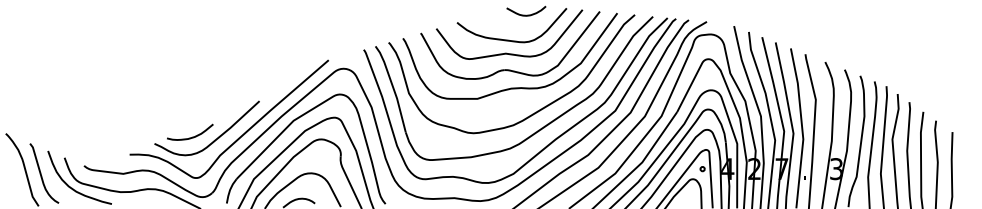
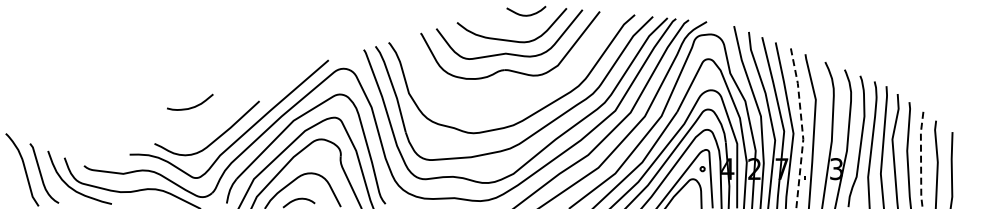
curve at (510, 87): present -> none
line at (802, 128): solid -> dashed
curve at (192, 136) position: (192, 136) -> (192, 106)
line at (921, 160): solid -> dashed
